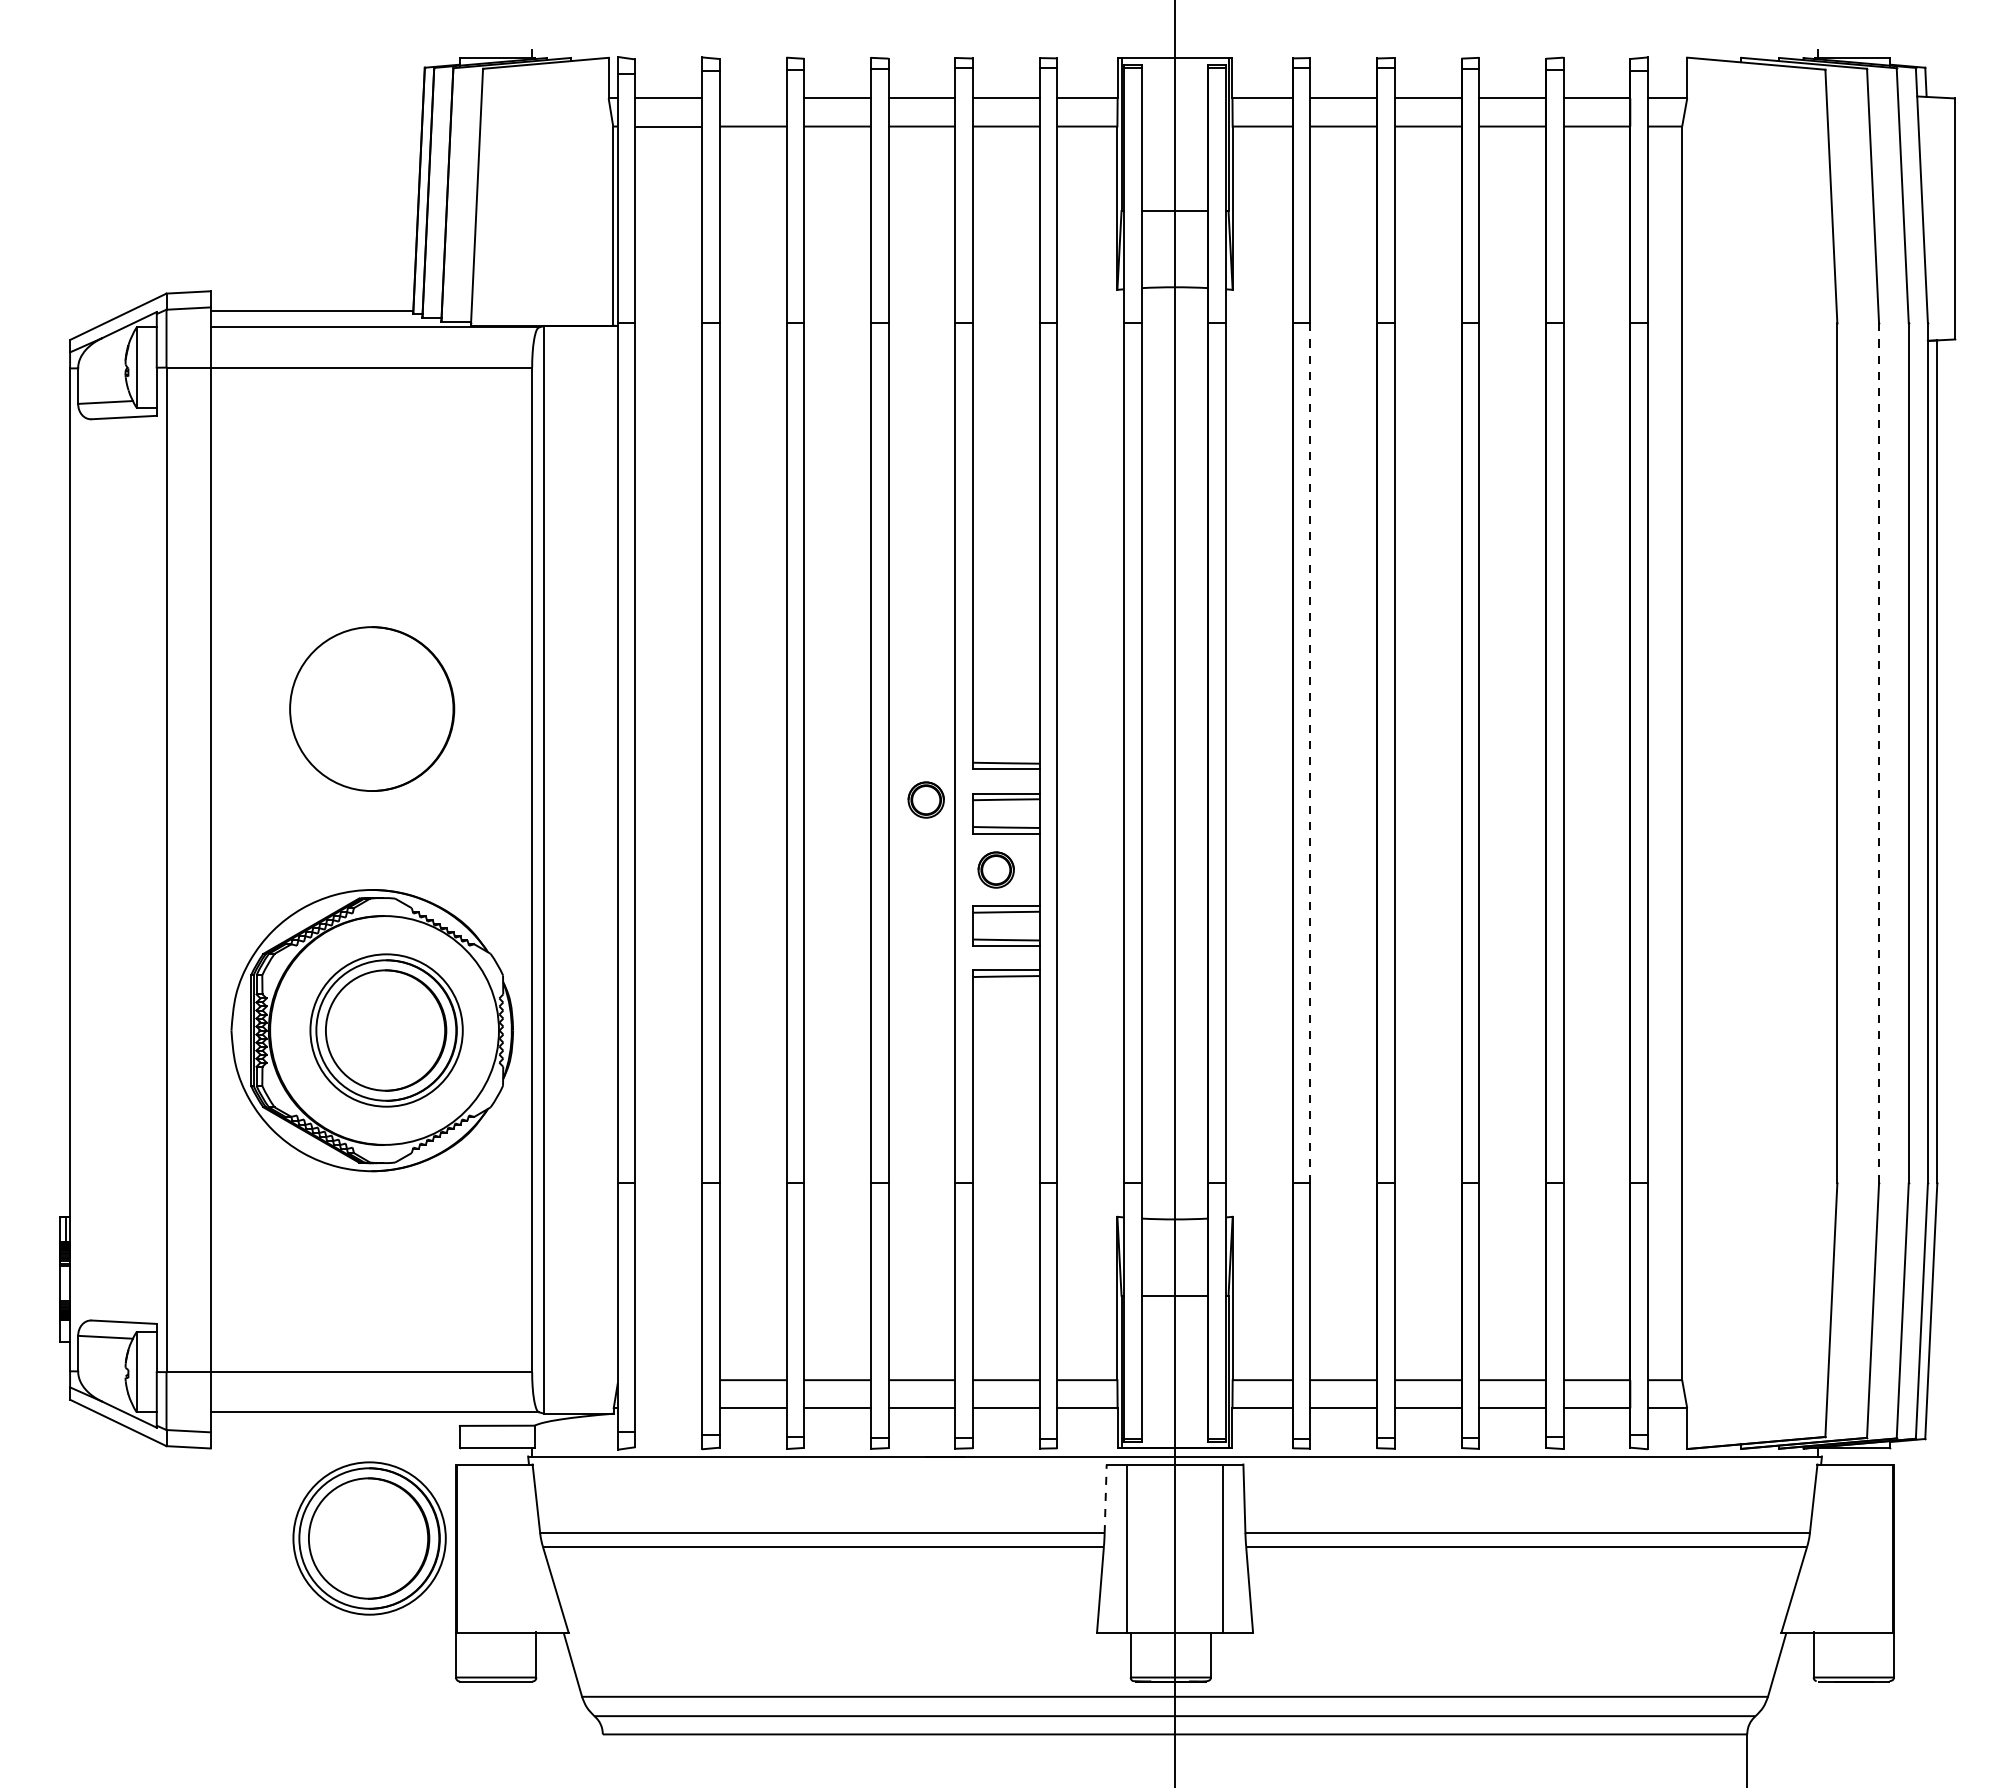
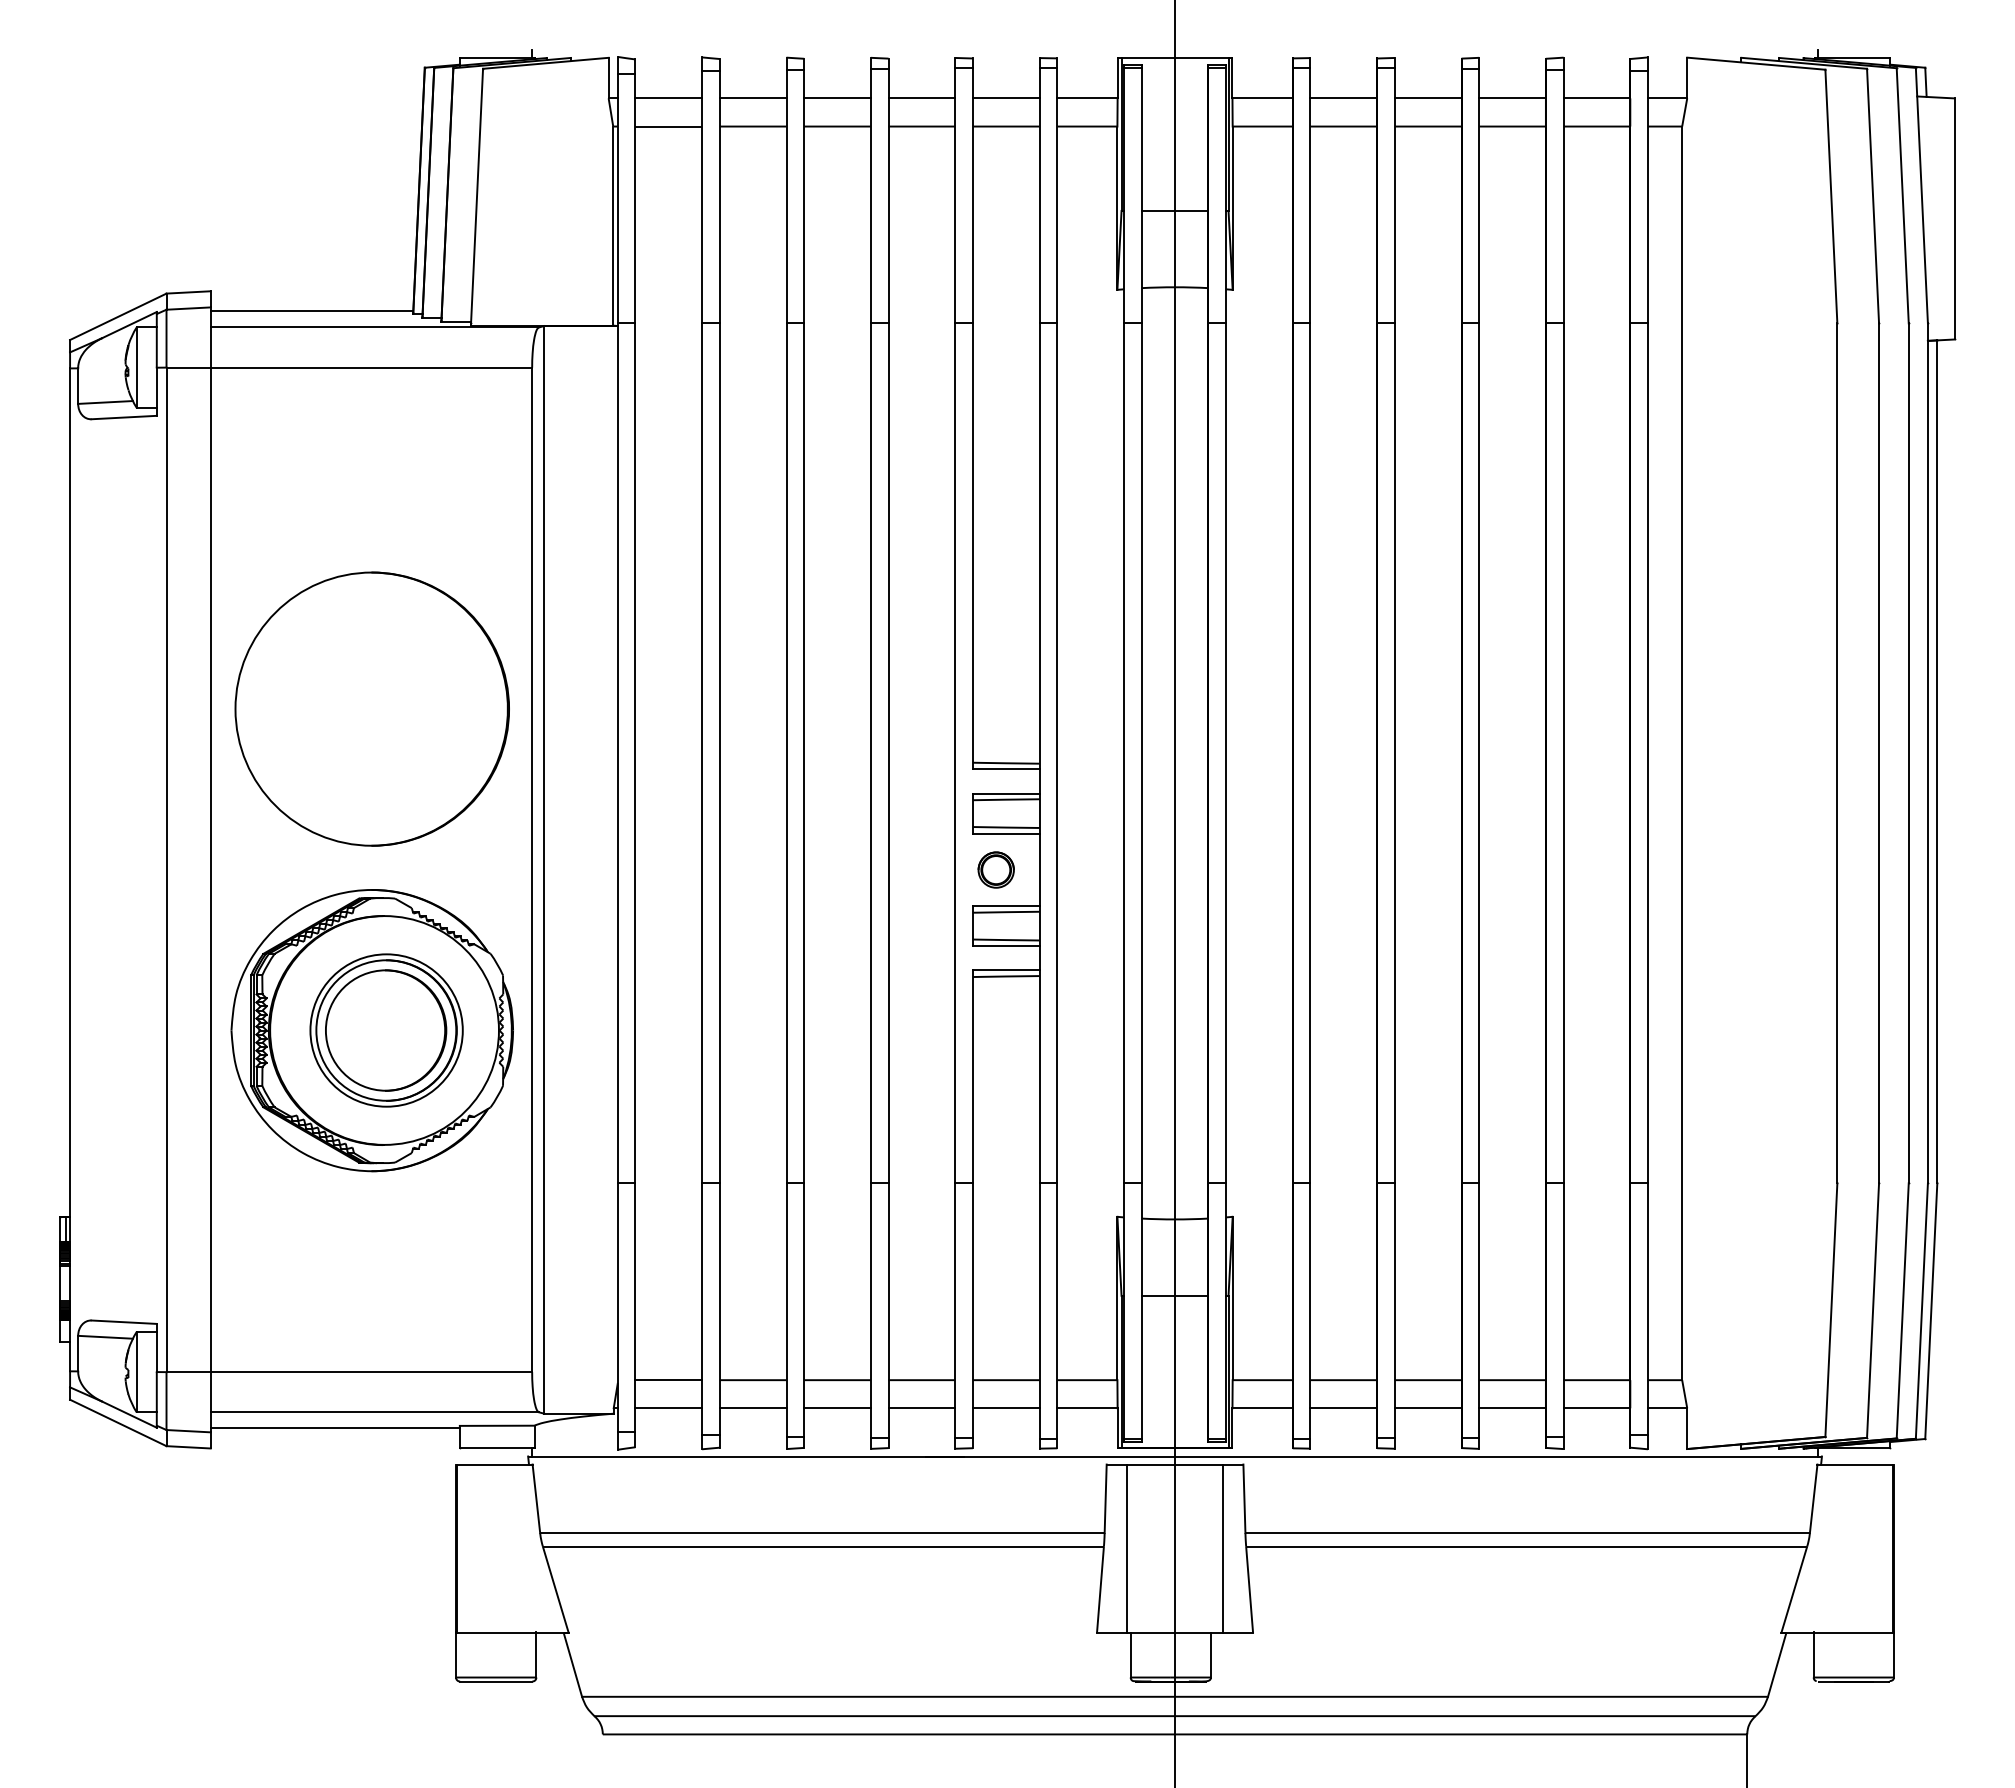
line at (752, 98): none -> present
part at (372, 708) size: 167x166 px -> 276x276 px
line at (1310, 753): dashed -> solid
line at (1879, 753): dashed -> solid
part at (925, 799): present -> none
line at (668, 1380): none -> present
line at (668, 1408): none -> present
line at (334, 1428): none -> present
line at (1105, 1498): dashed -> solid
part at (369, 1538): present -> none
